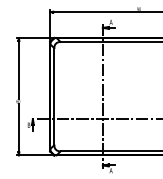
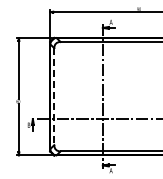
line at (54, 97): solid -> dashed
